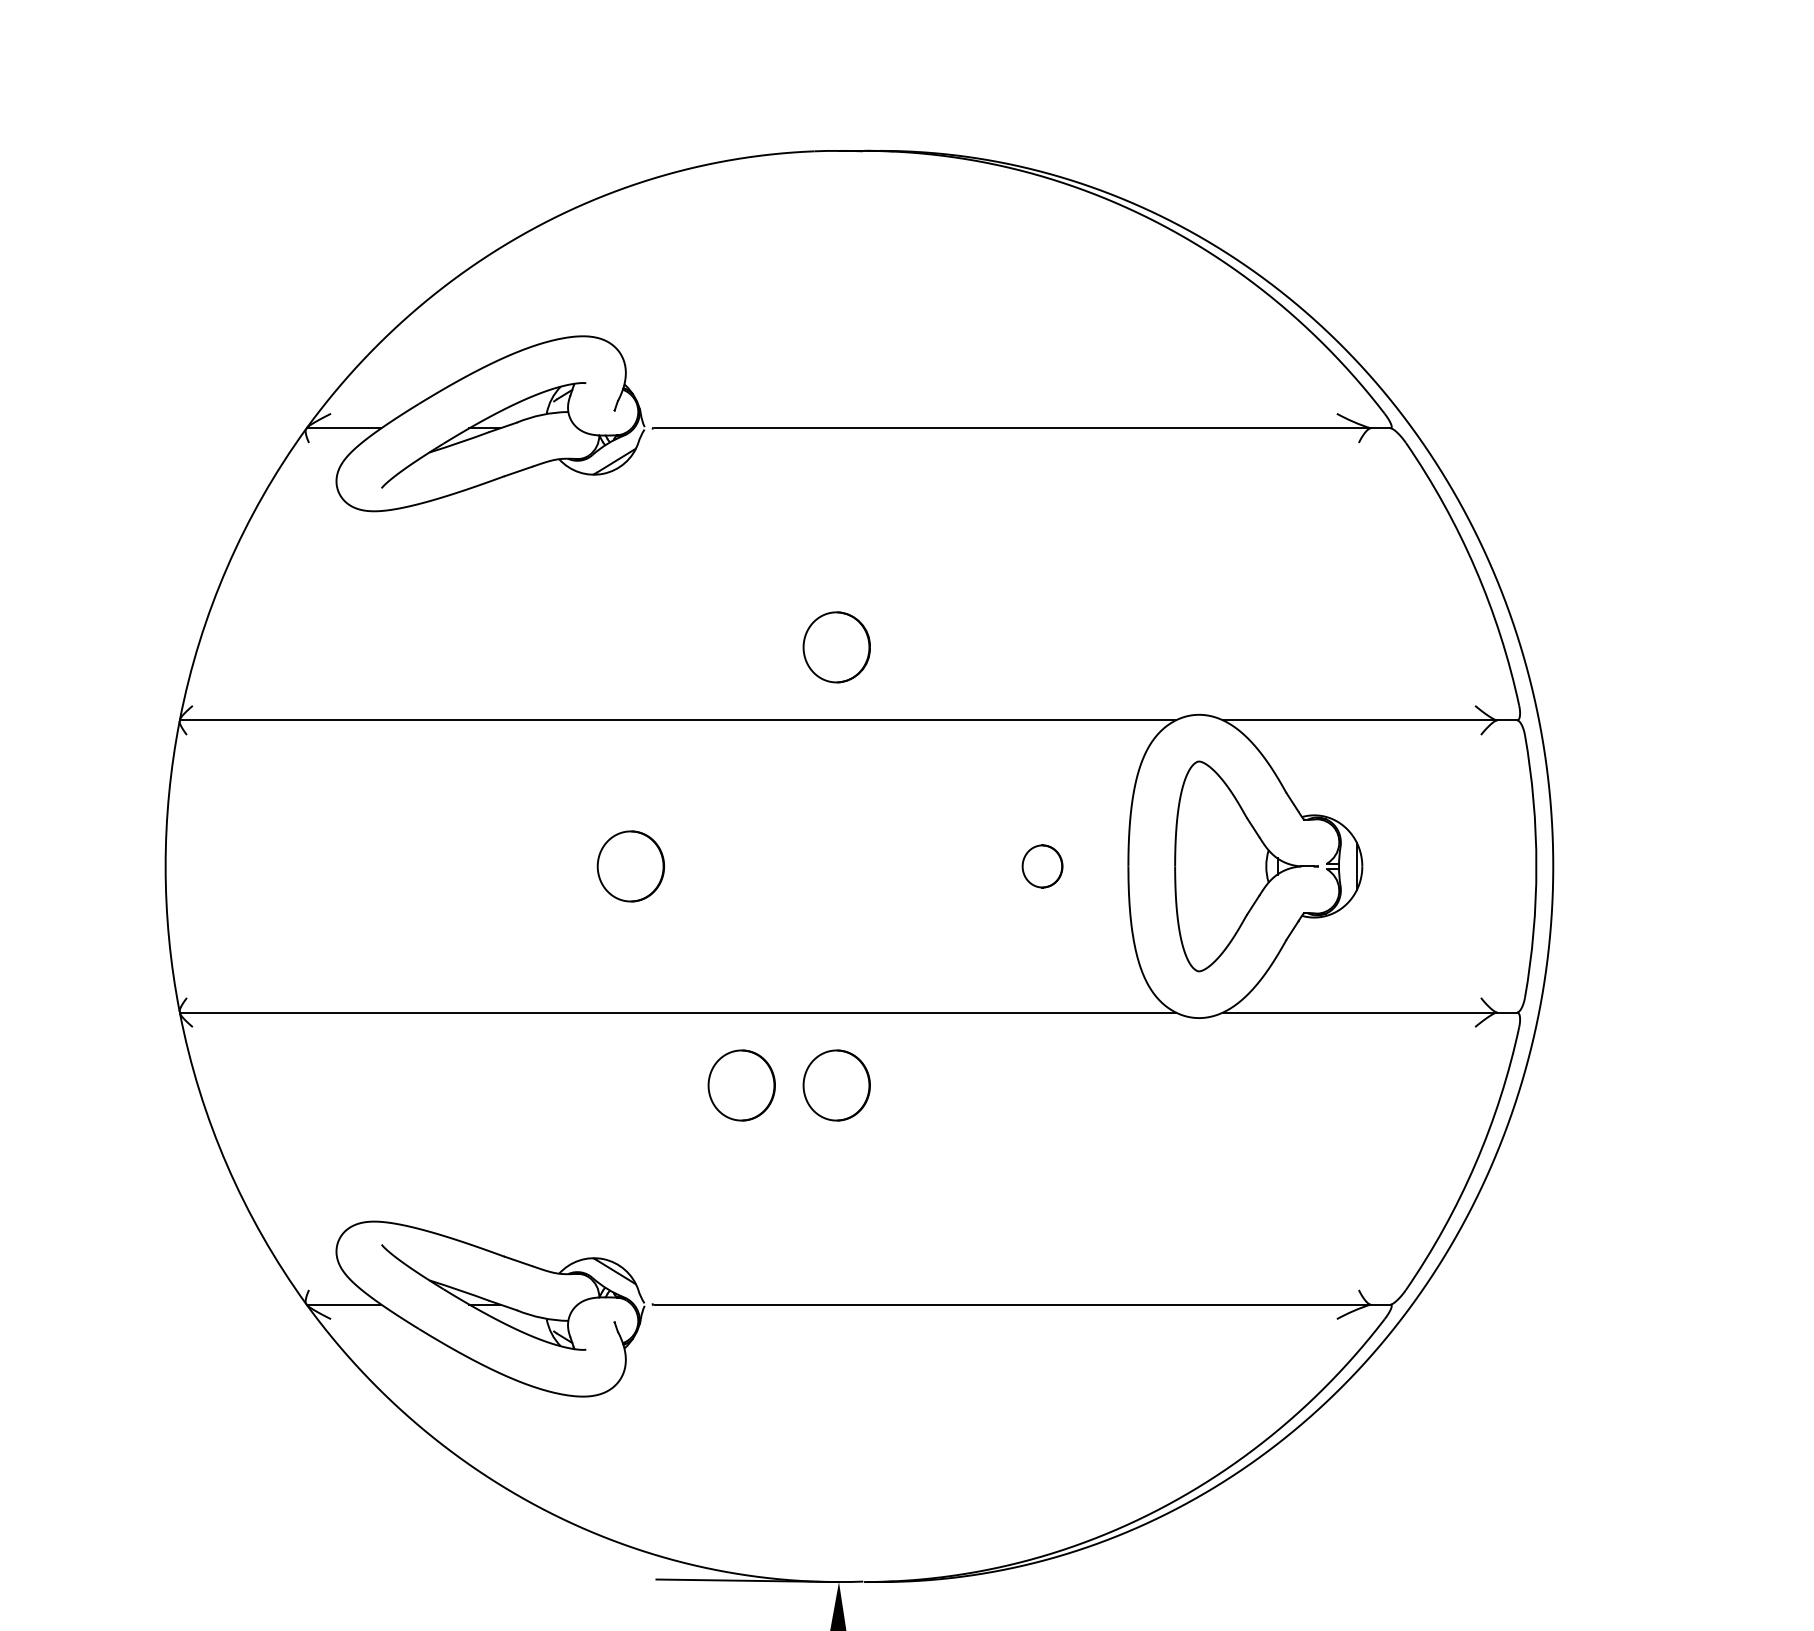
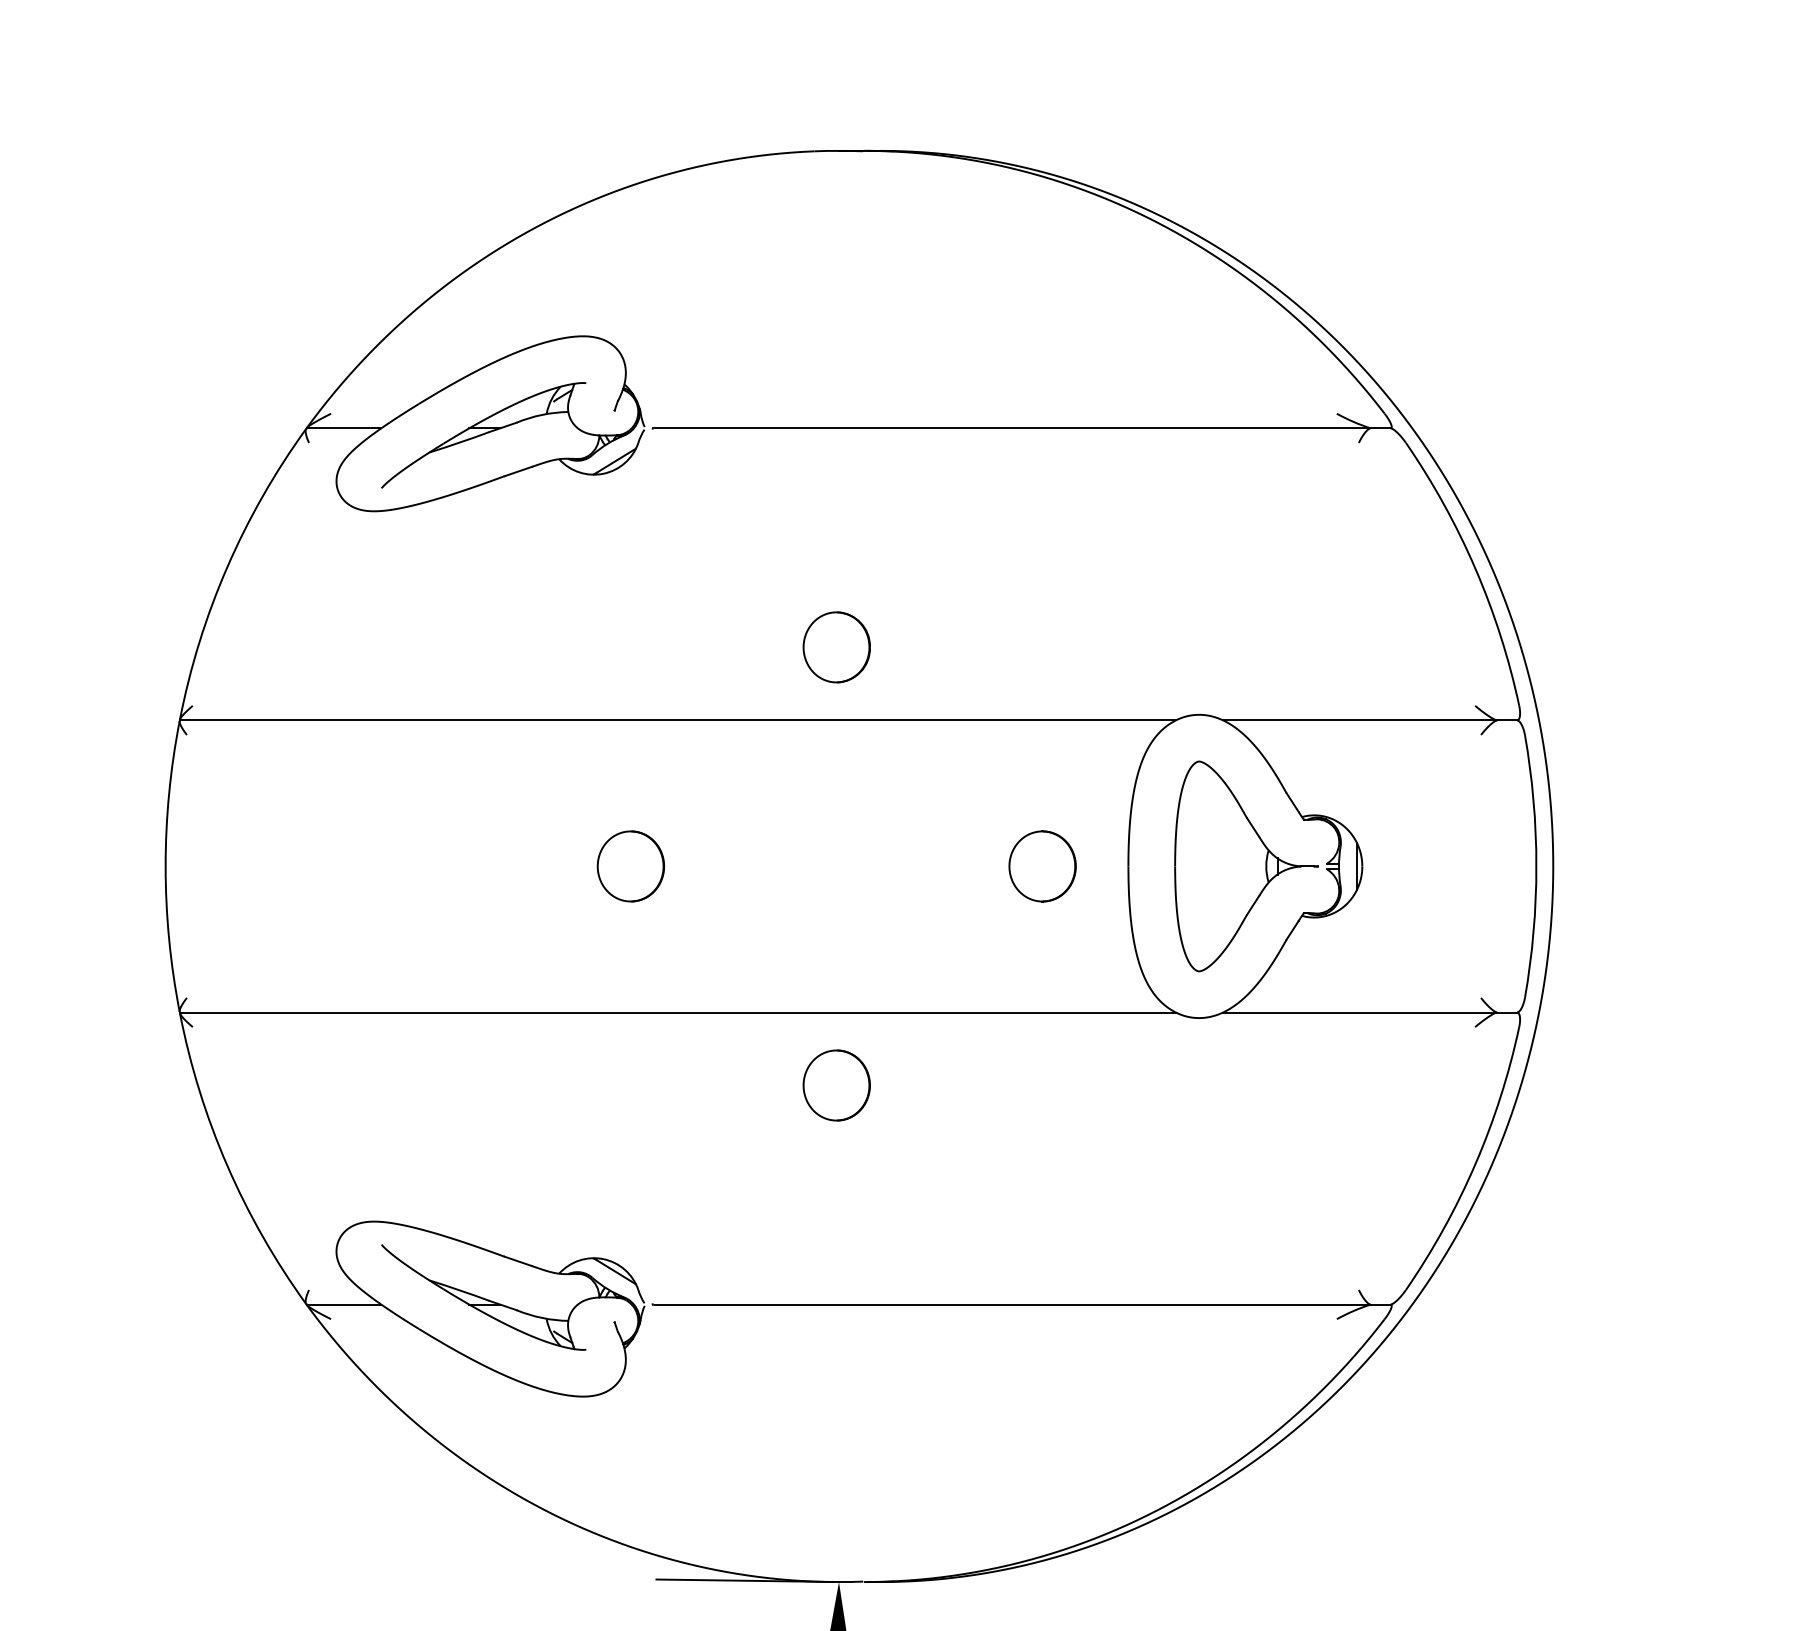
part at (1042, 866) size: 43x45 px -> 69x73 px
part at (741, 1085): present -> none
